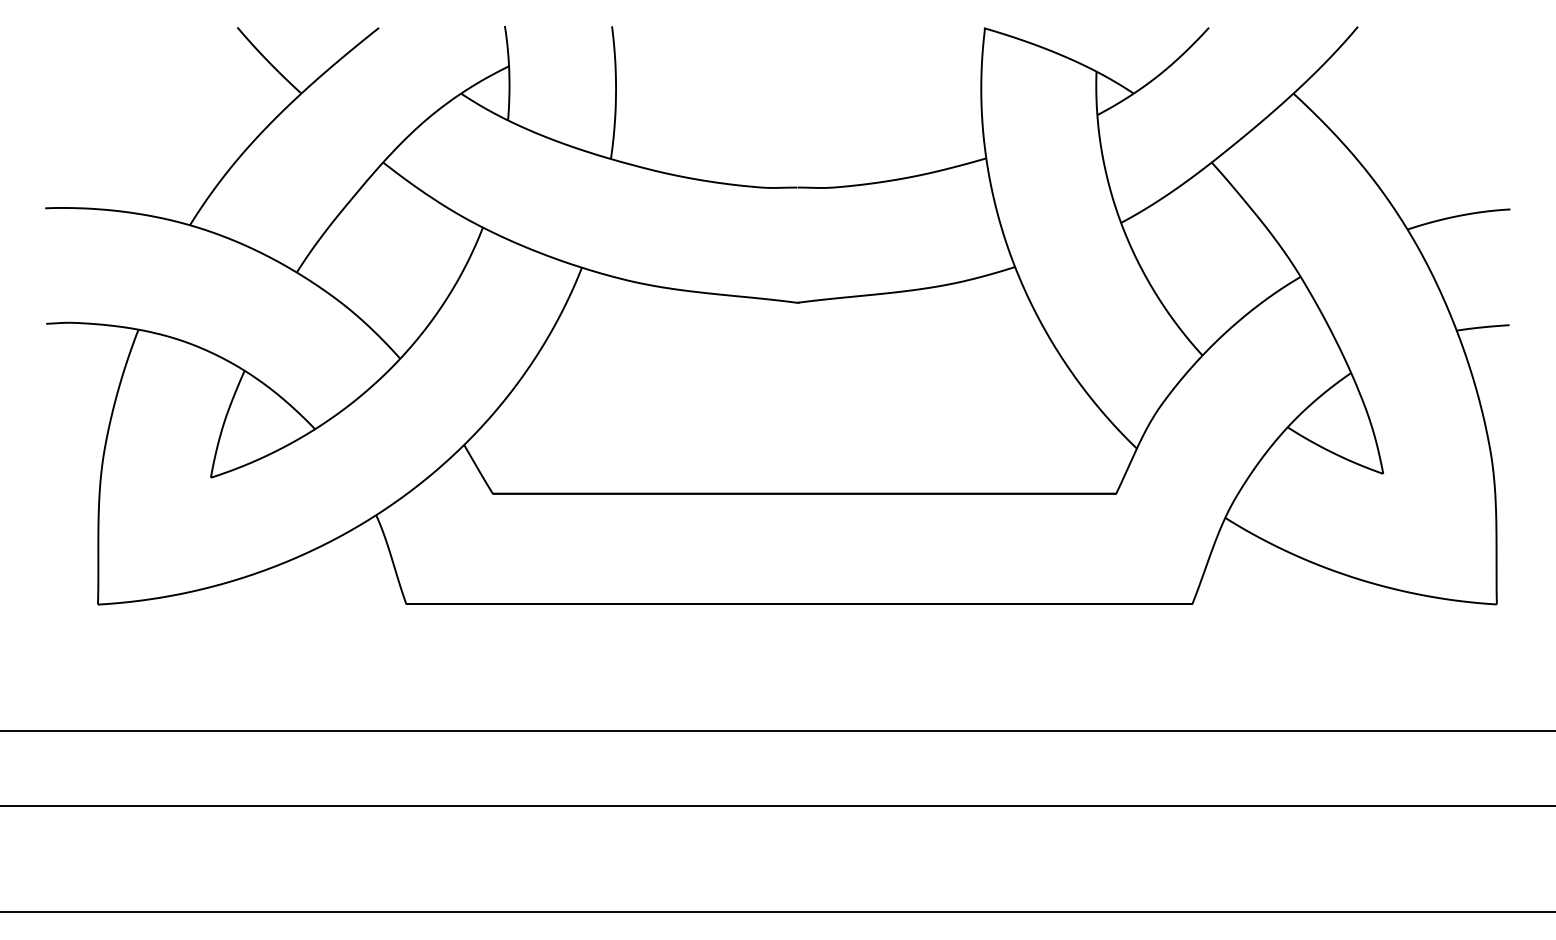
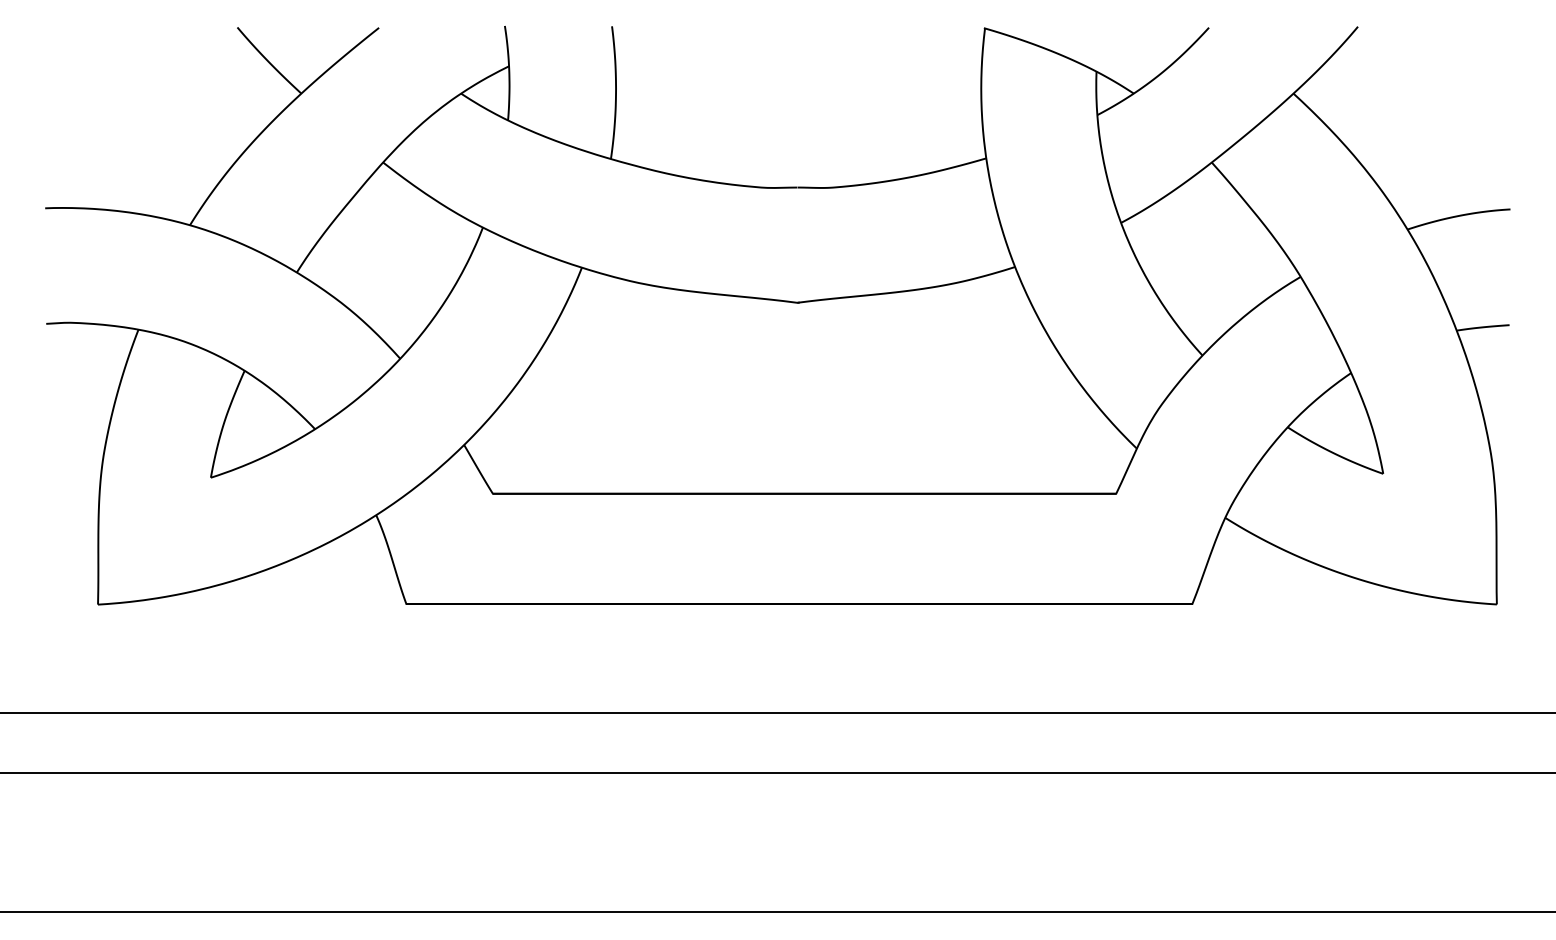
line at (777, 731) position: (777, 731) -> (777, 713)
line at (777, 806) position: (777, 806) -> (777, 773)
